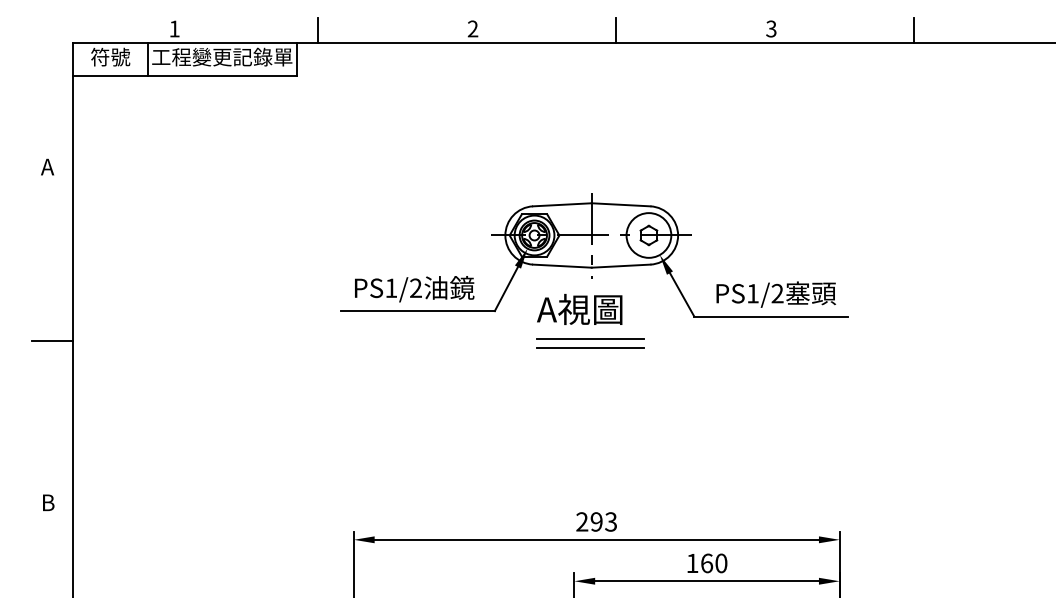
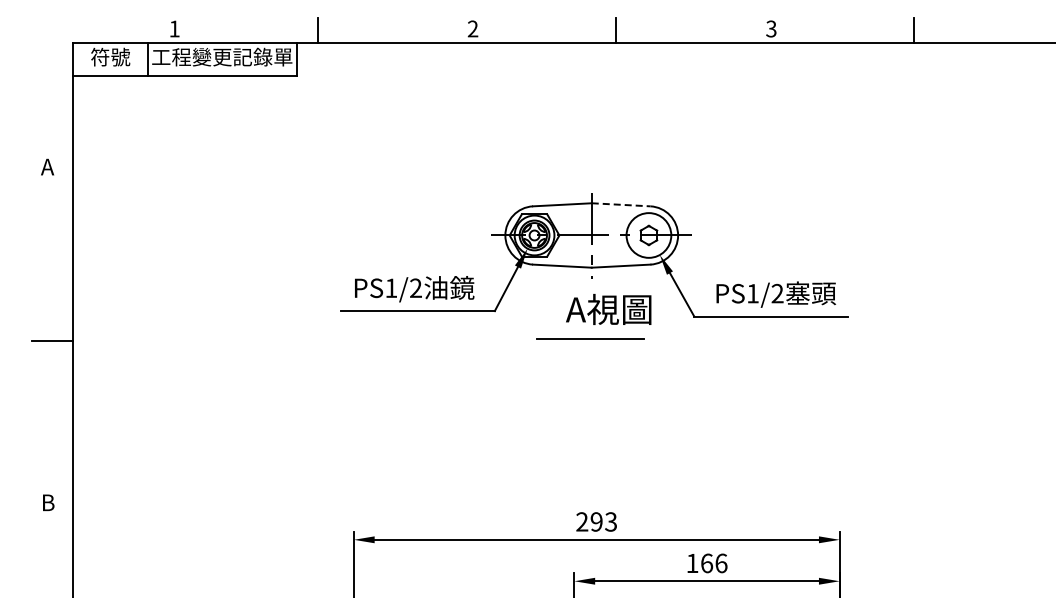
line at (621, 204): solid -> dashed
text at (579, 309) position: (579, 309) -> (608, 309)
line at (590, 347): present -> none
text at (721, 563): 160 -> 166
